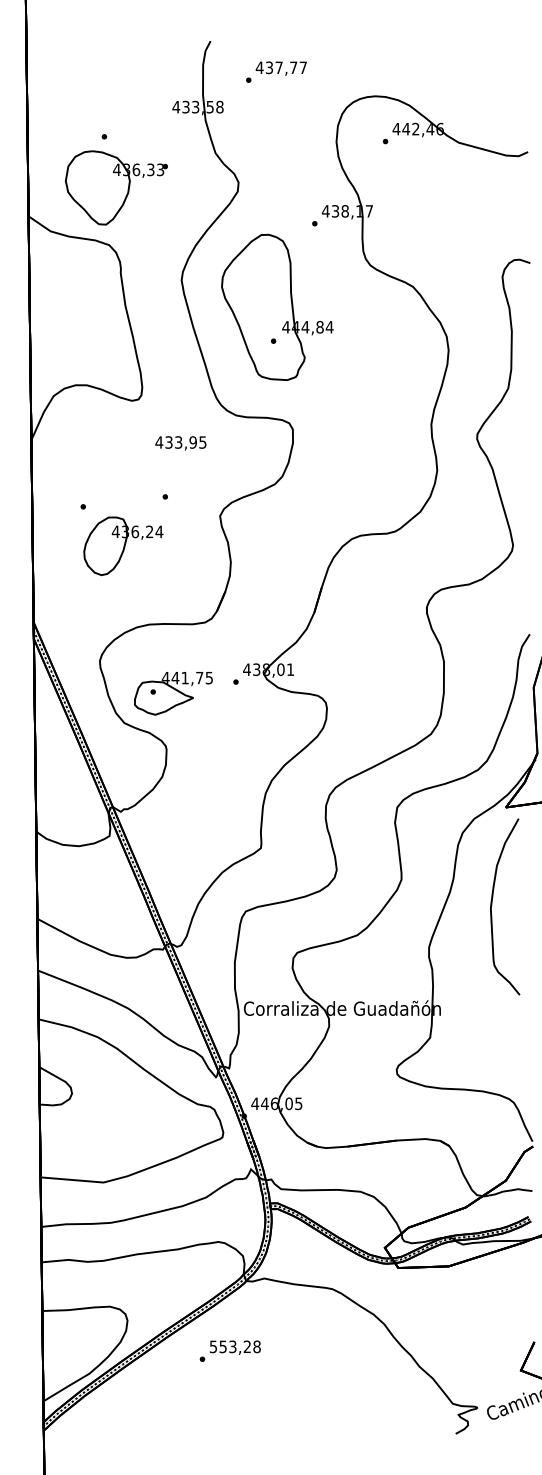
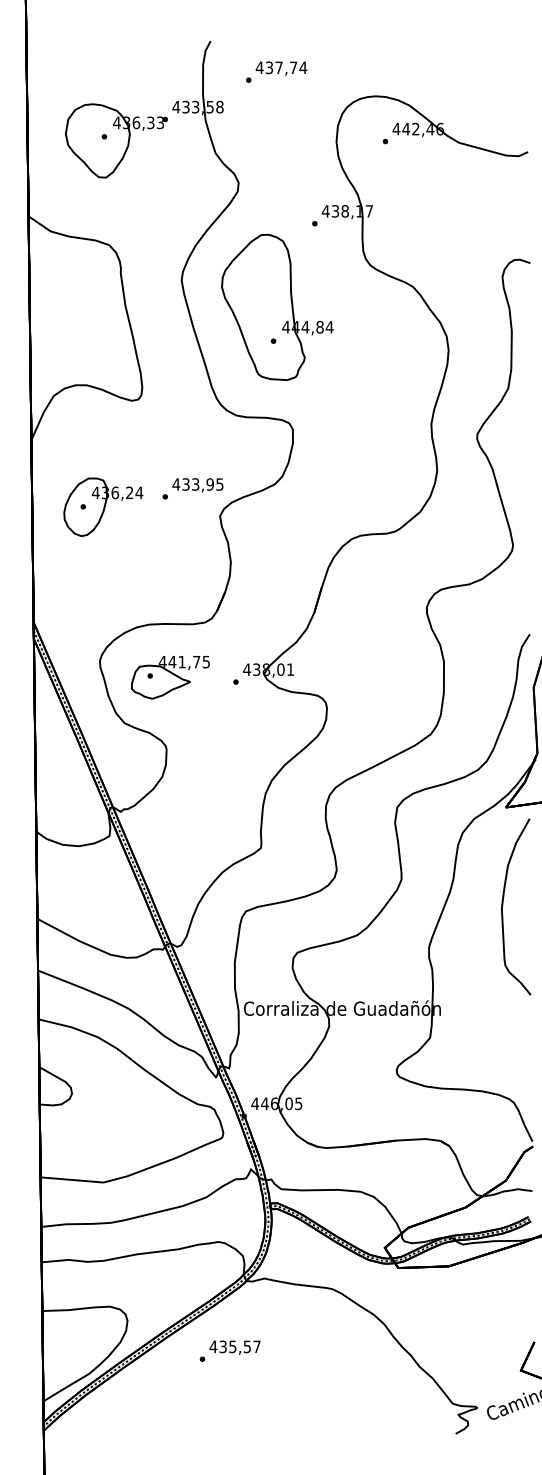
text at (303, 67): 437,77 -> 437,74
part at (116, 187) position: (116, 187) -> (116, 140)
text at (180, 443) position: (180, 443) -> (197, 485)
part at (123, 546) position: (123, 546) -> (103, 507)
part at (173, 693) position: (173, 693) -> (170, 677)
curve at (492, 905) position: (492, 905) -> (503, 905)
text at (234, 1346): 553,28 -> 435,57
